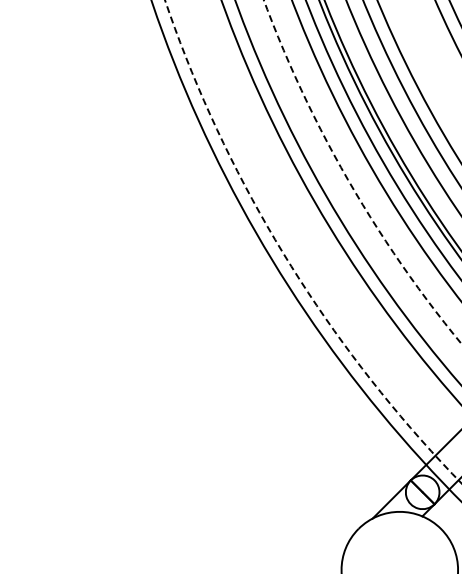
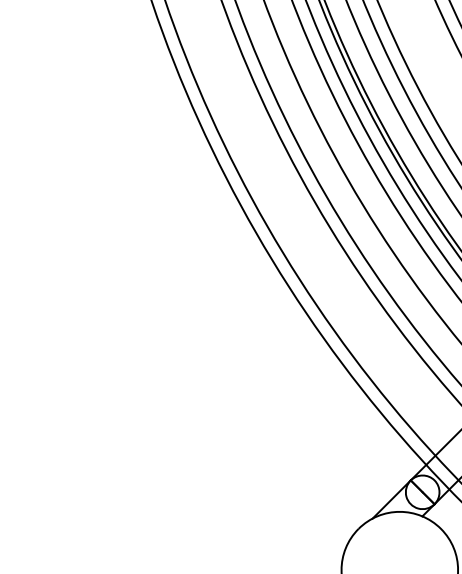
arc at (348, 179): dashed -> solid
arc at (285, 256): dashed -> solid
